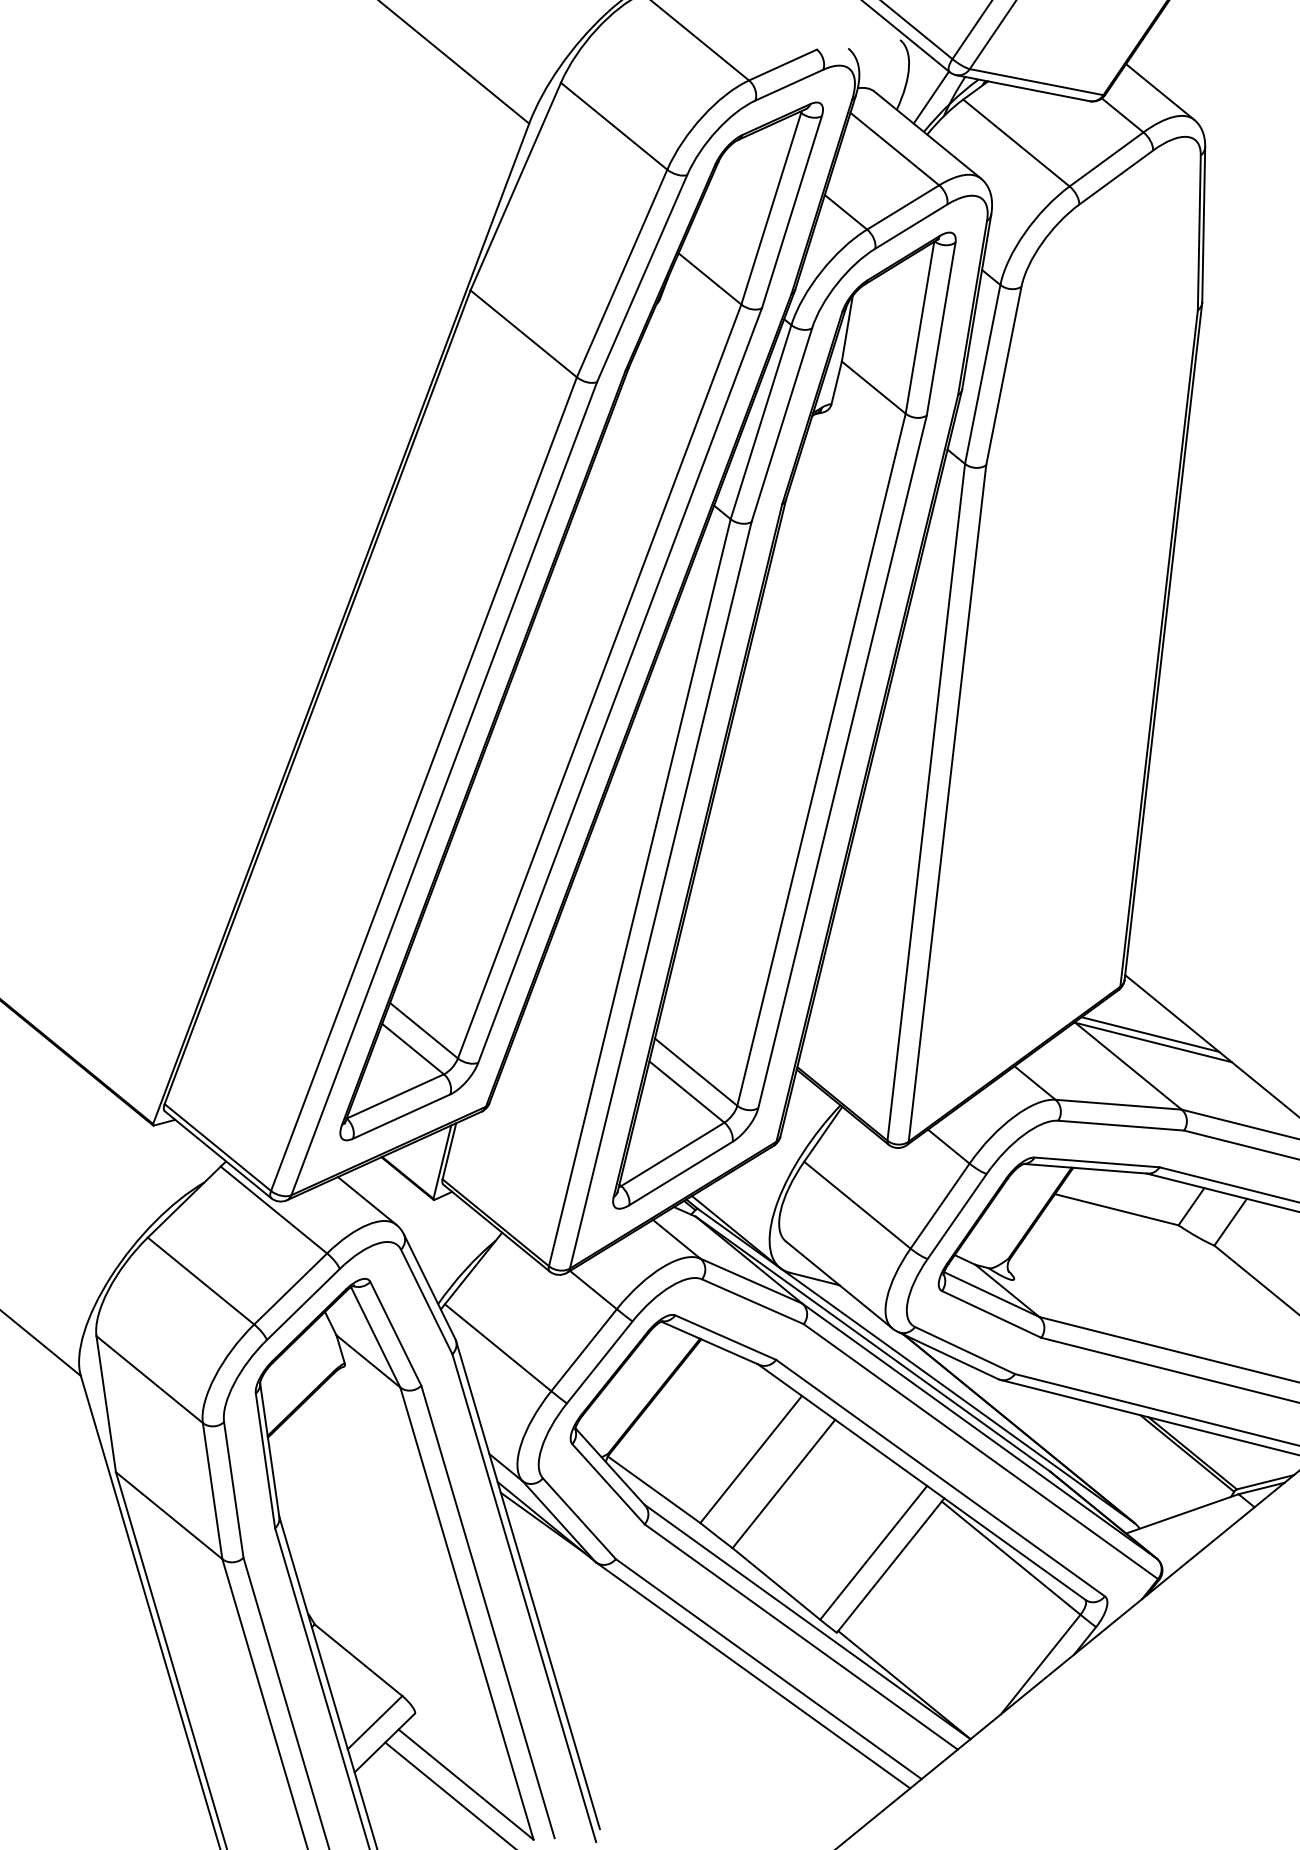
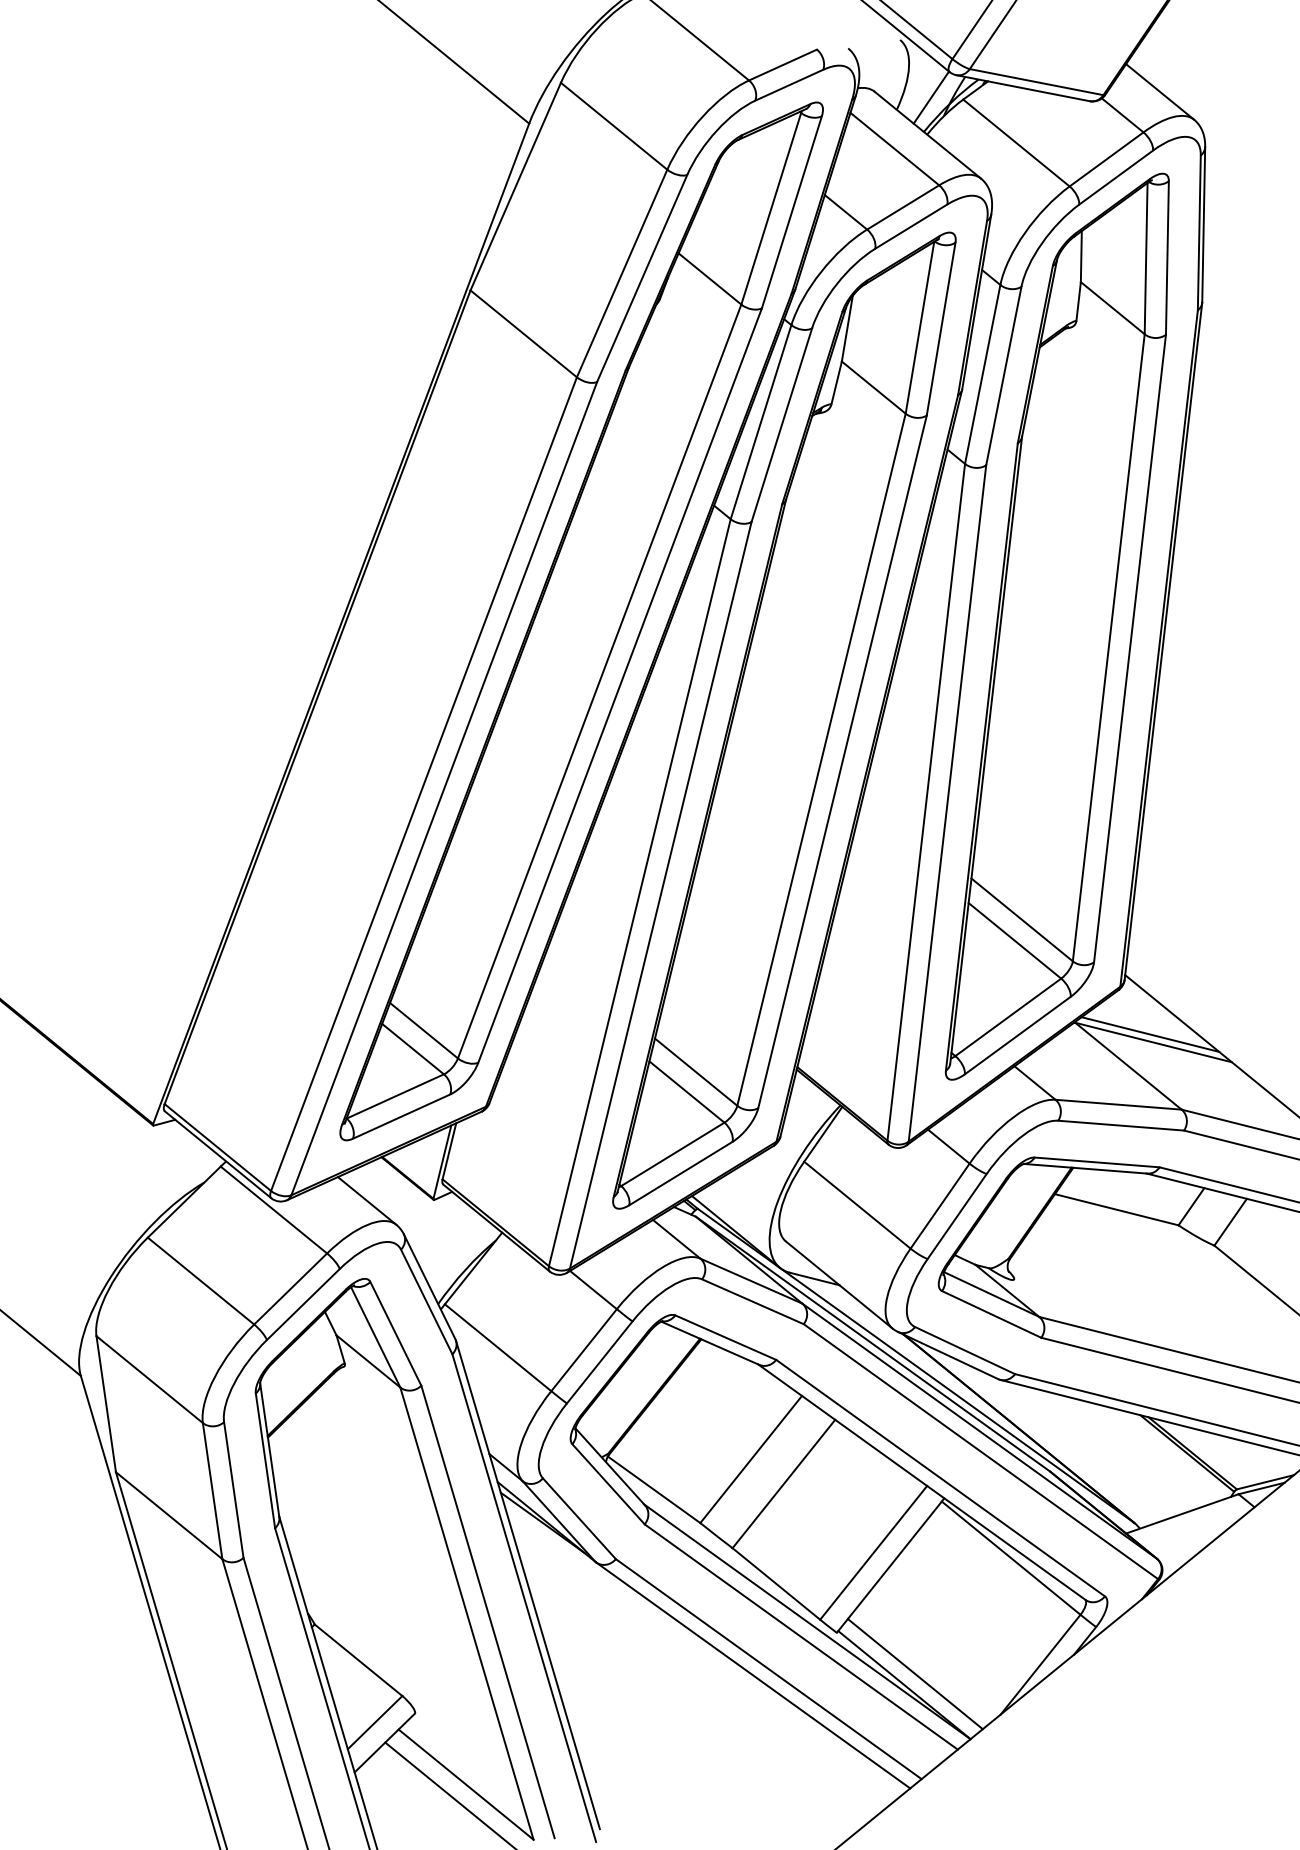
part at (1056, 626): none -> present
line at (914, 1674): none -> present
